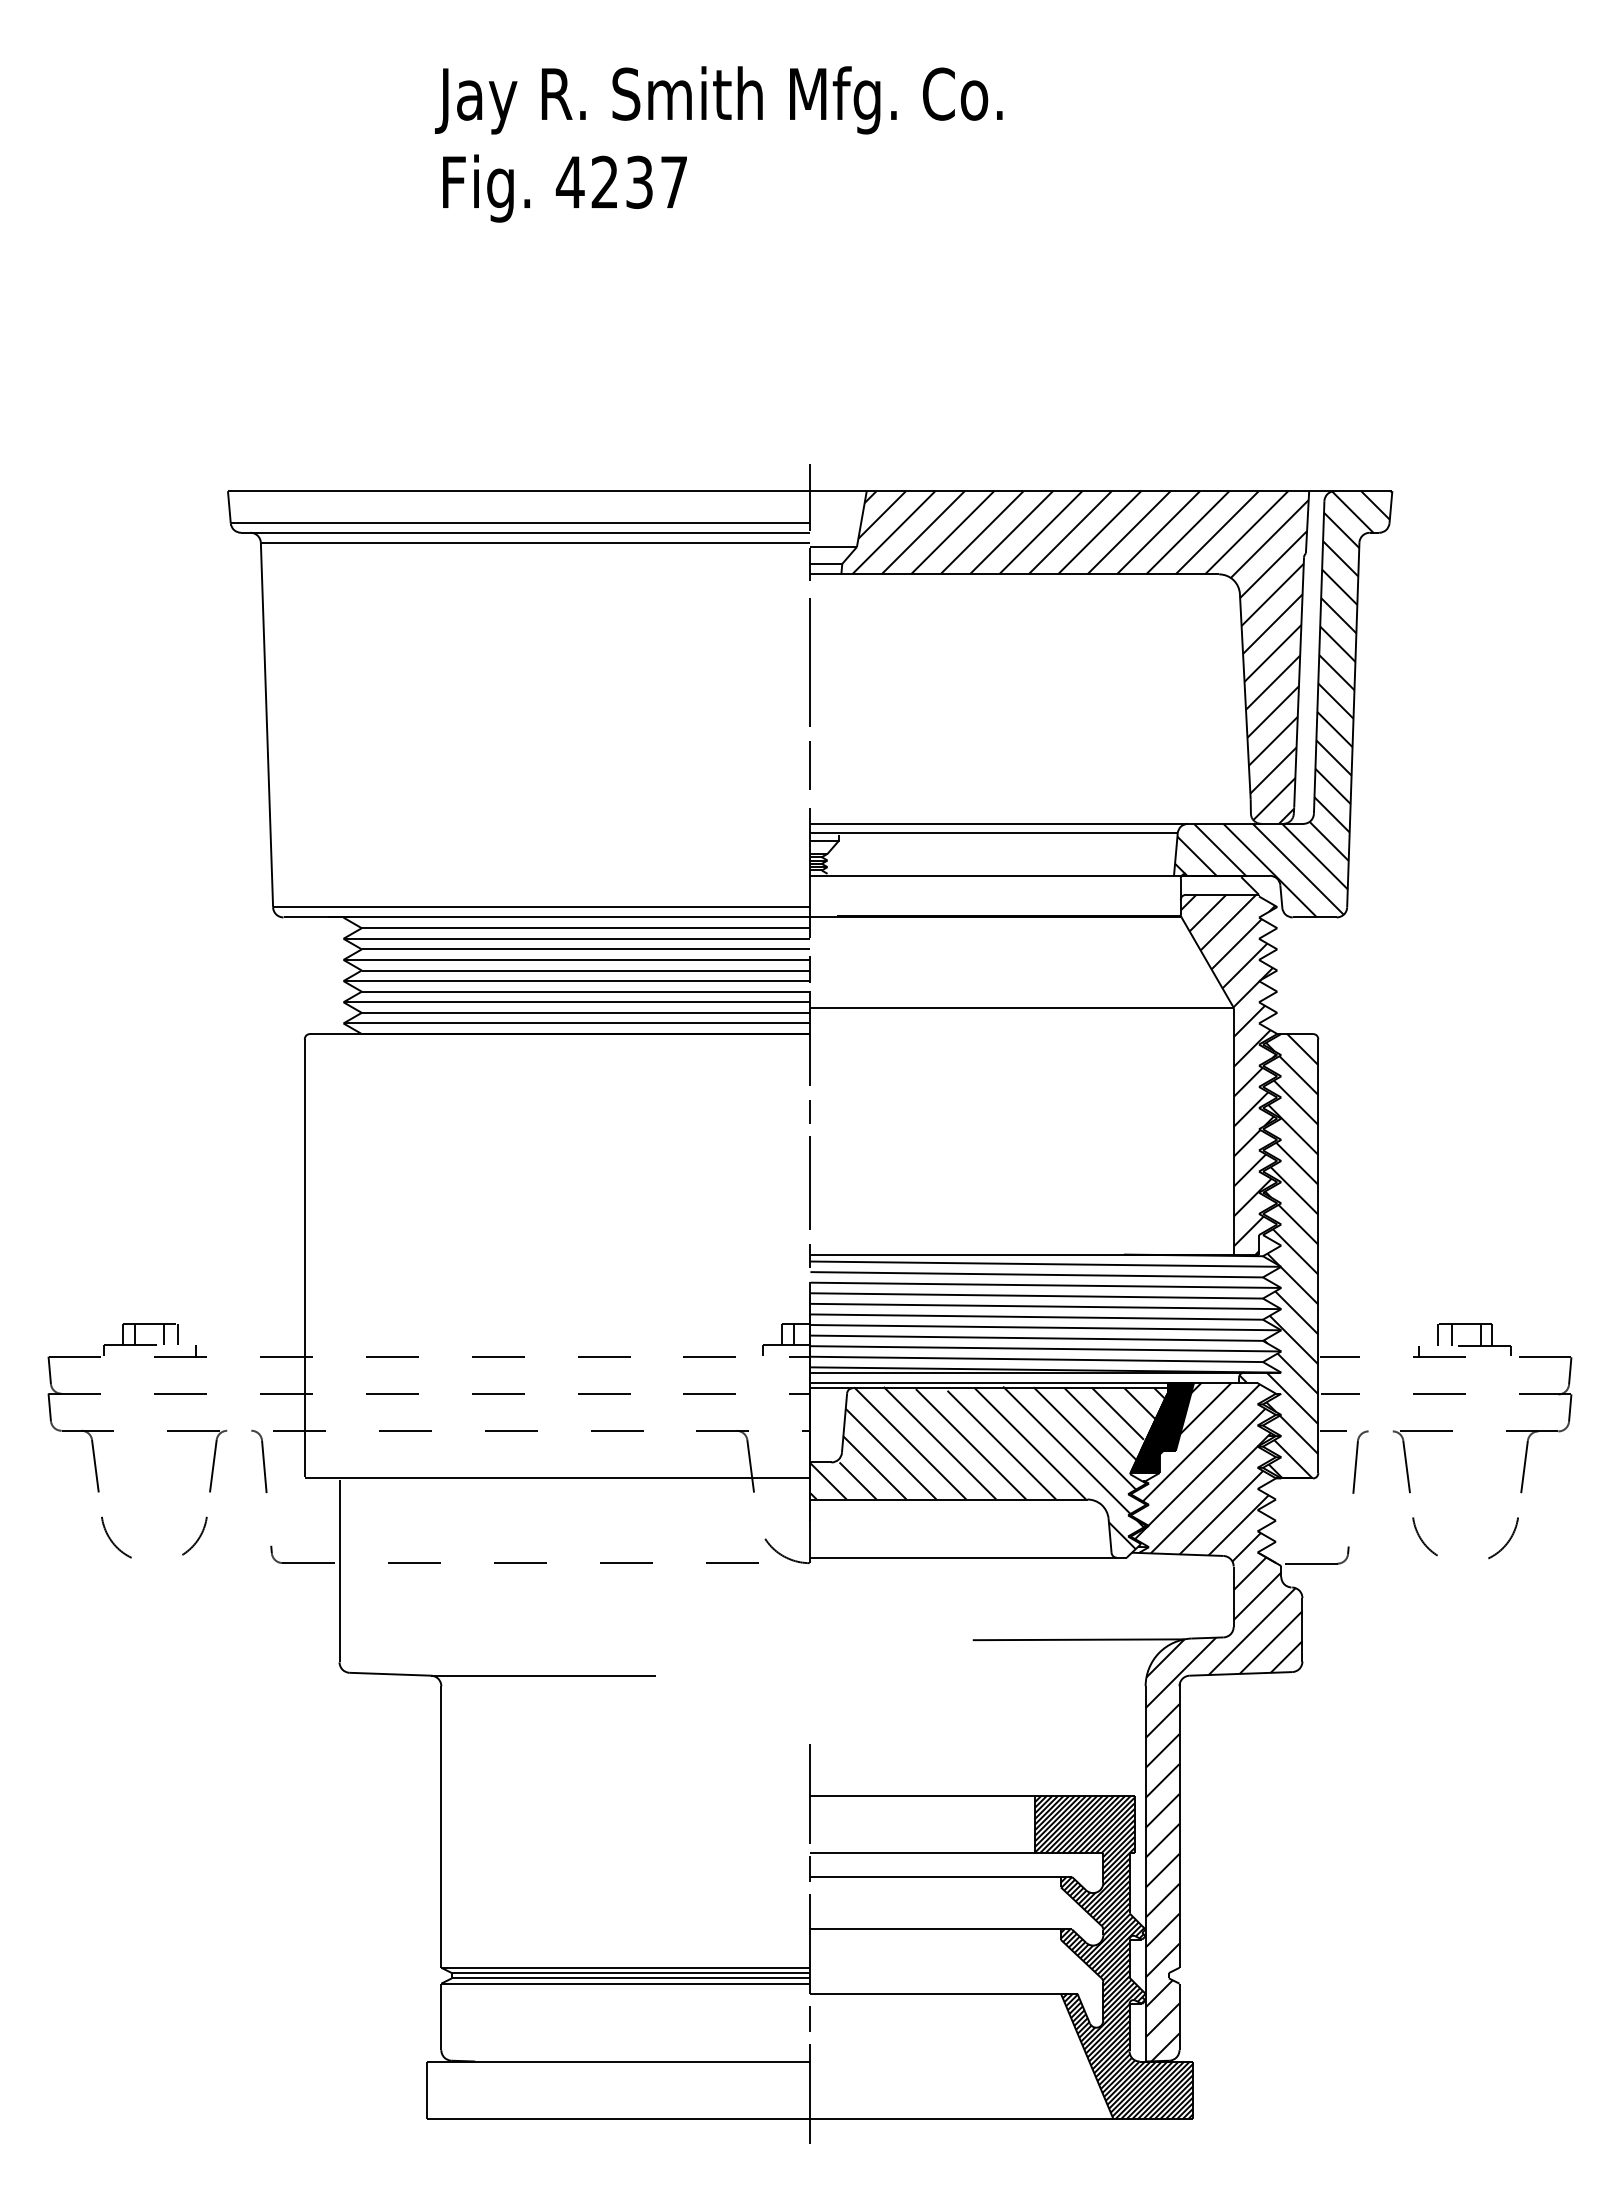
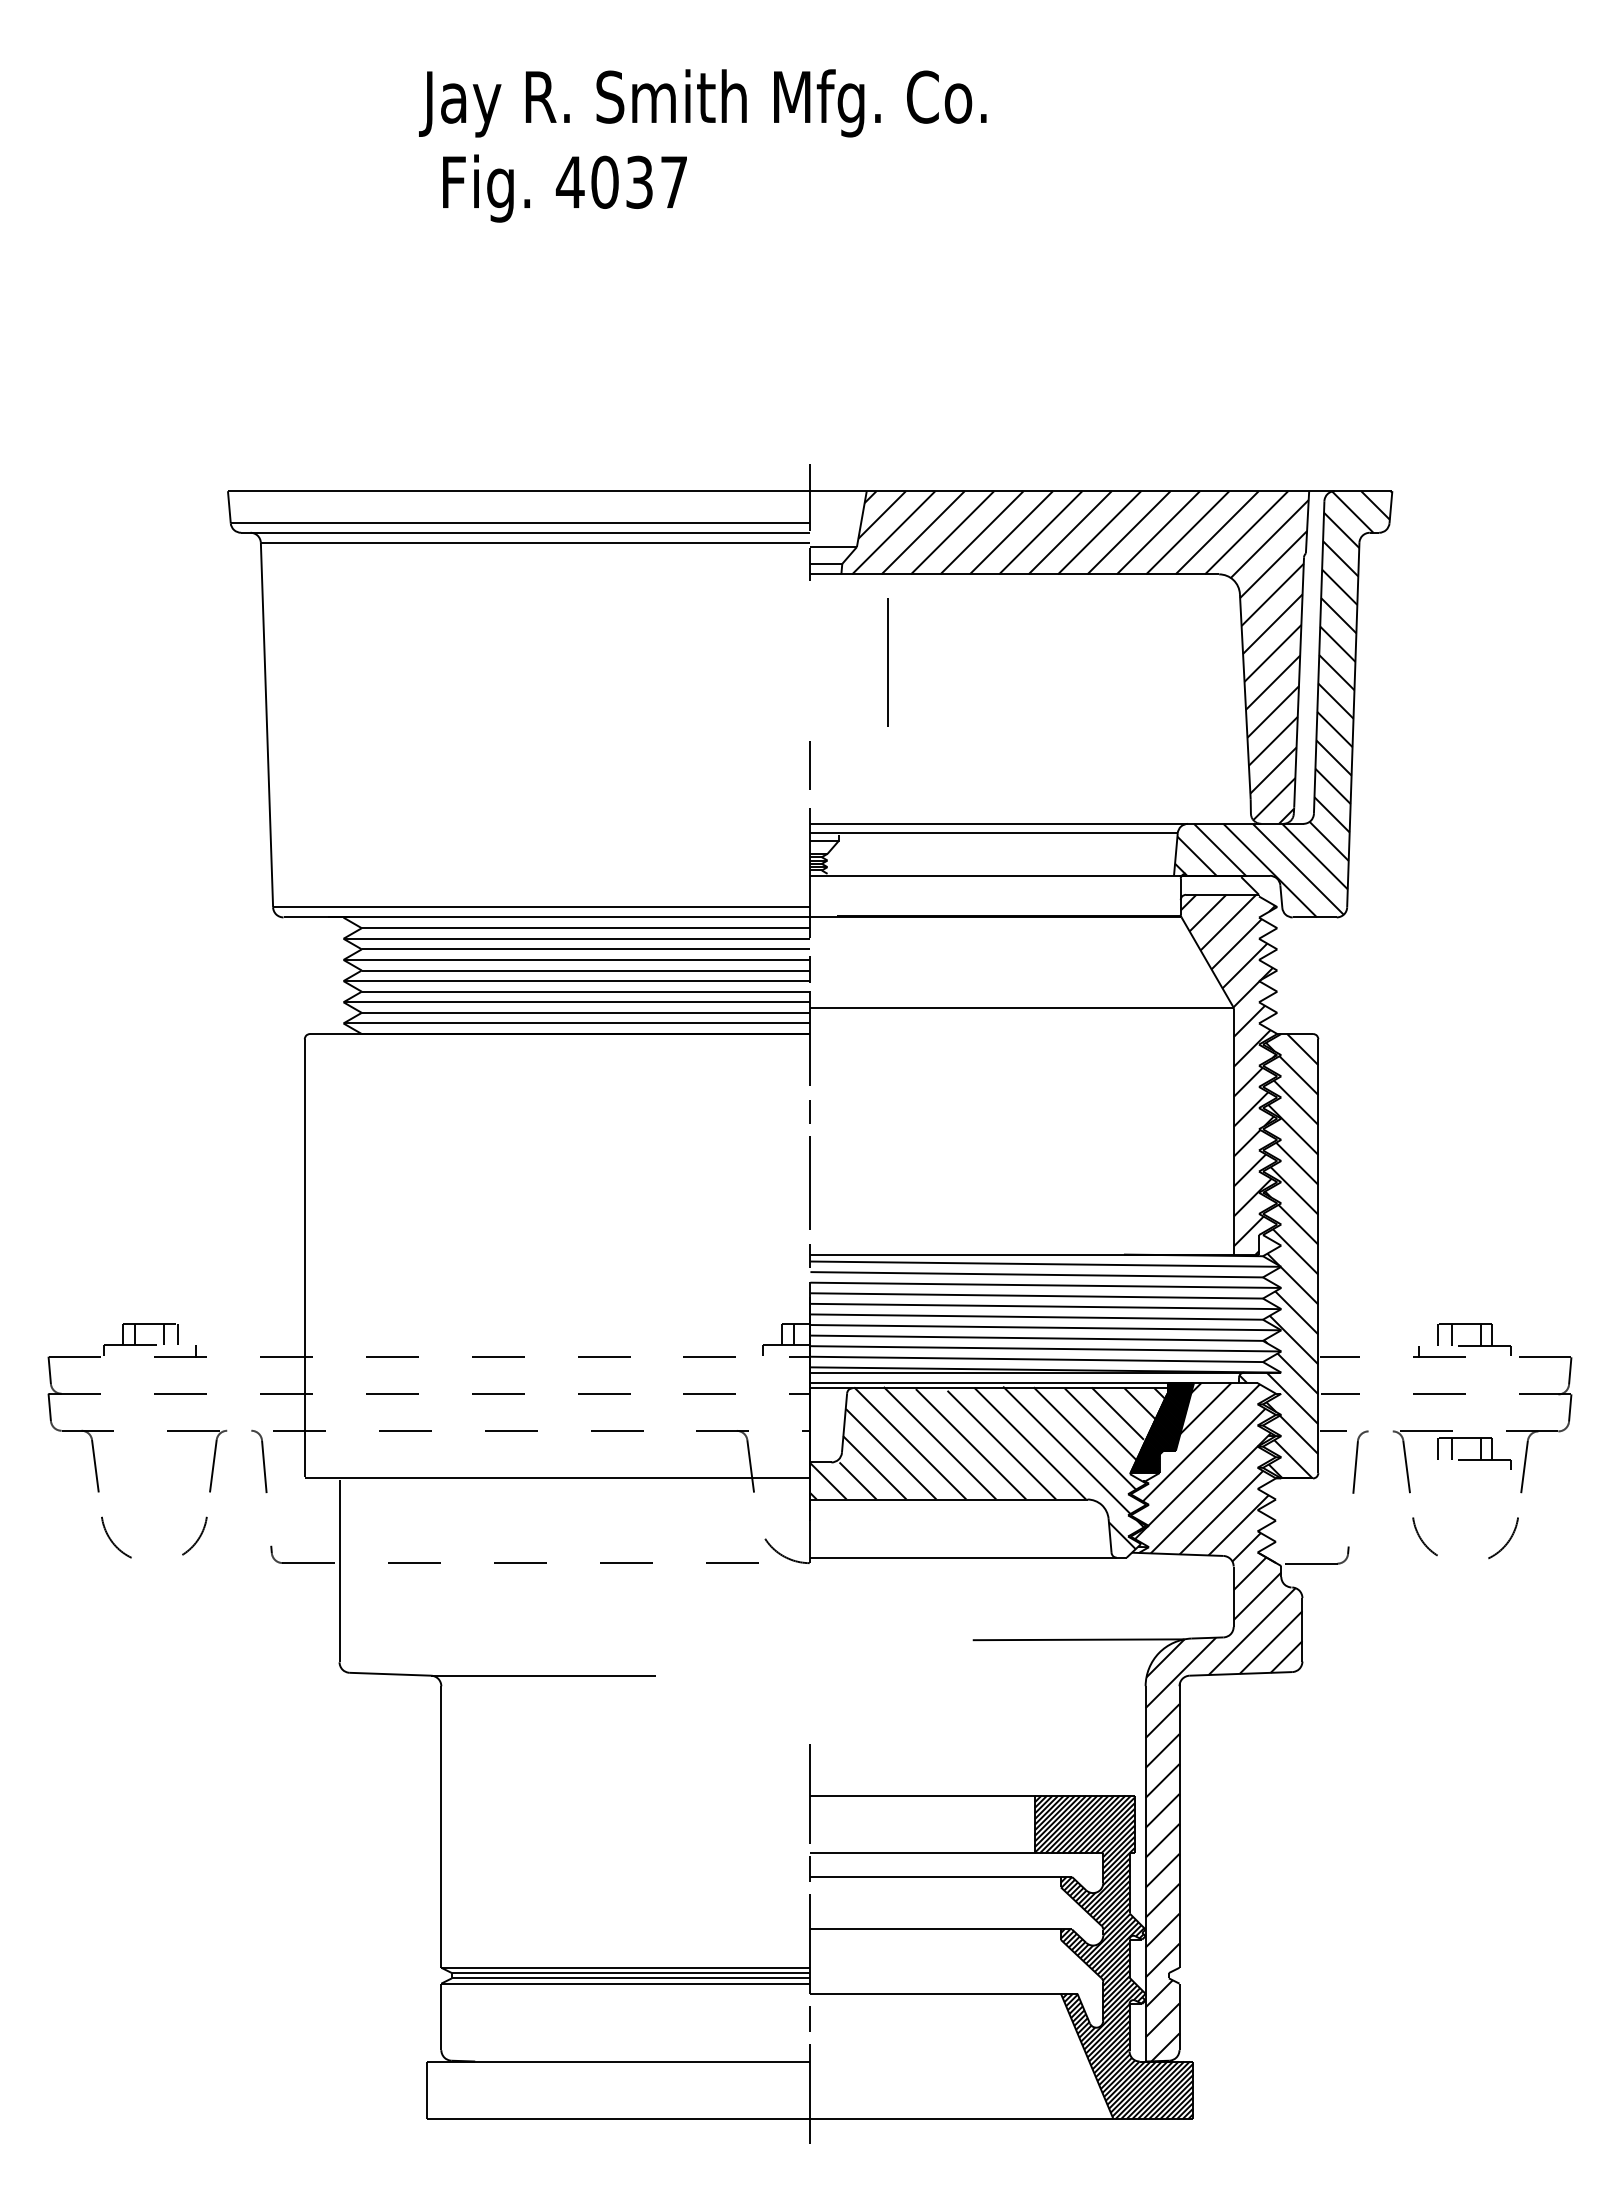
text at (718, 100) position: (718, 100) -> (702, 103)
text at (604, 181): 4237 -> 4037
line at (809, 662) position: (809, 662) -> (887, 662)
part at (1474, 1453): none -> present
